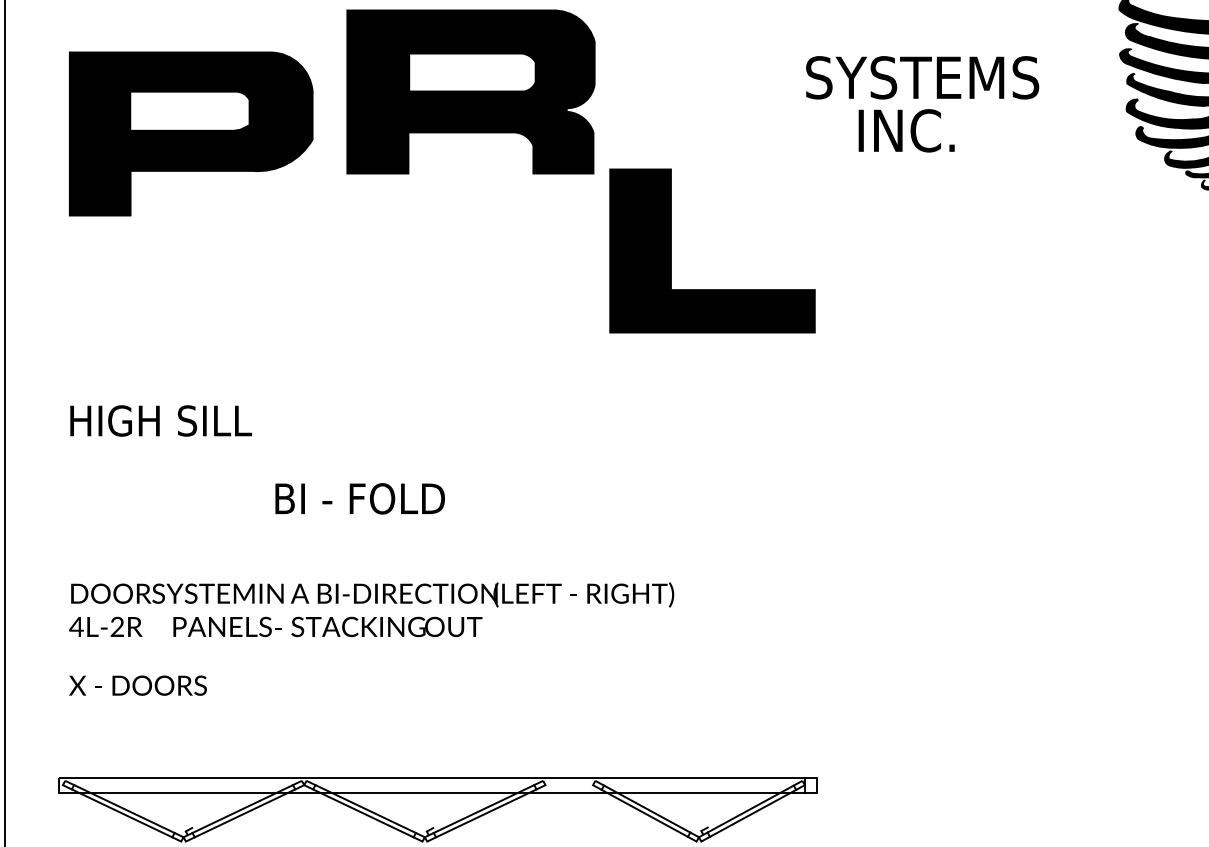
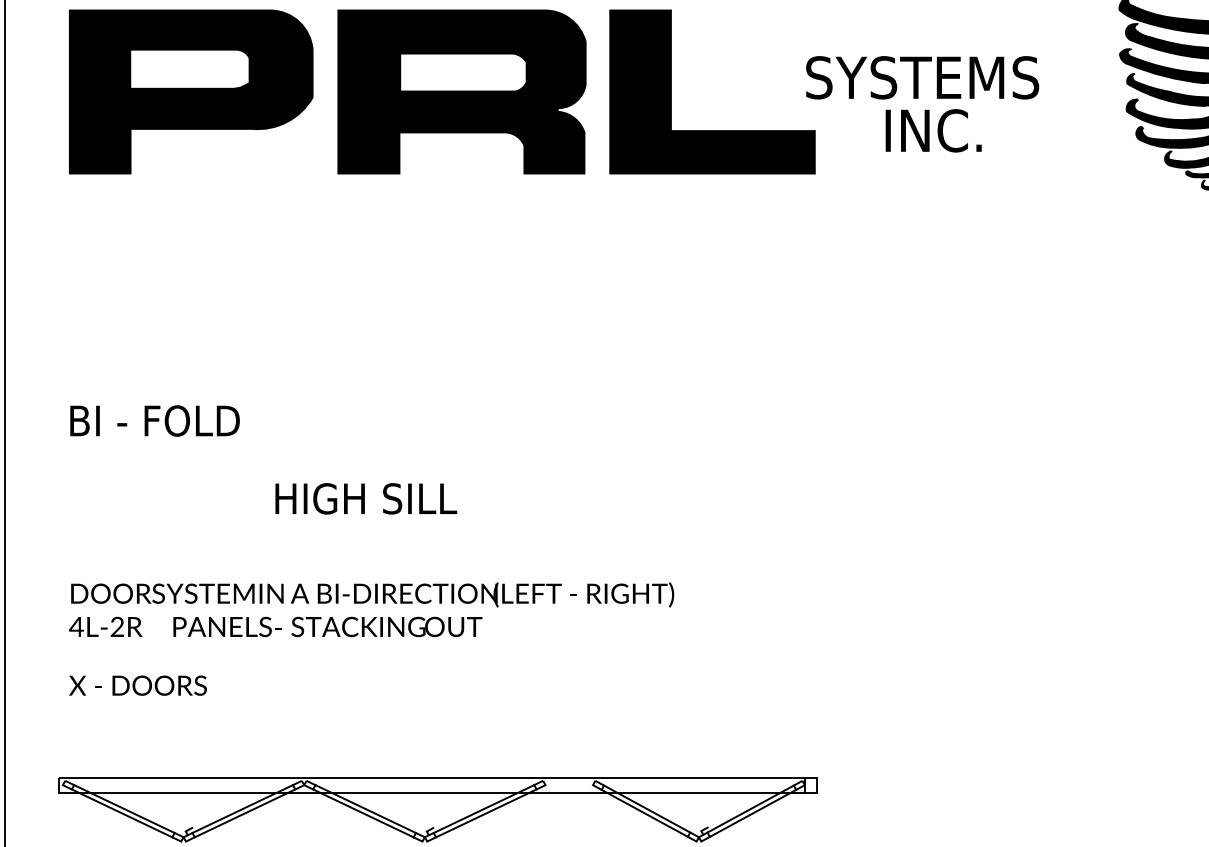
part at (470, 91) position: (470, 91) -> (461, 91)
text at (906, 130) position: (906, 130) -> (933, 130)
part at (191, 133) position: (191, 133) -> (191, 91)
part at (712, 289) position: (712, 289) -> (712, 130)
text at (162, 420): HIGH SILL -> BI - FOLD
text at (368, 498): BI - FOLD -> HIGH SILL
